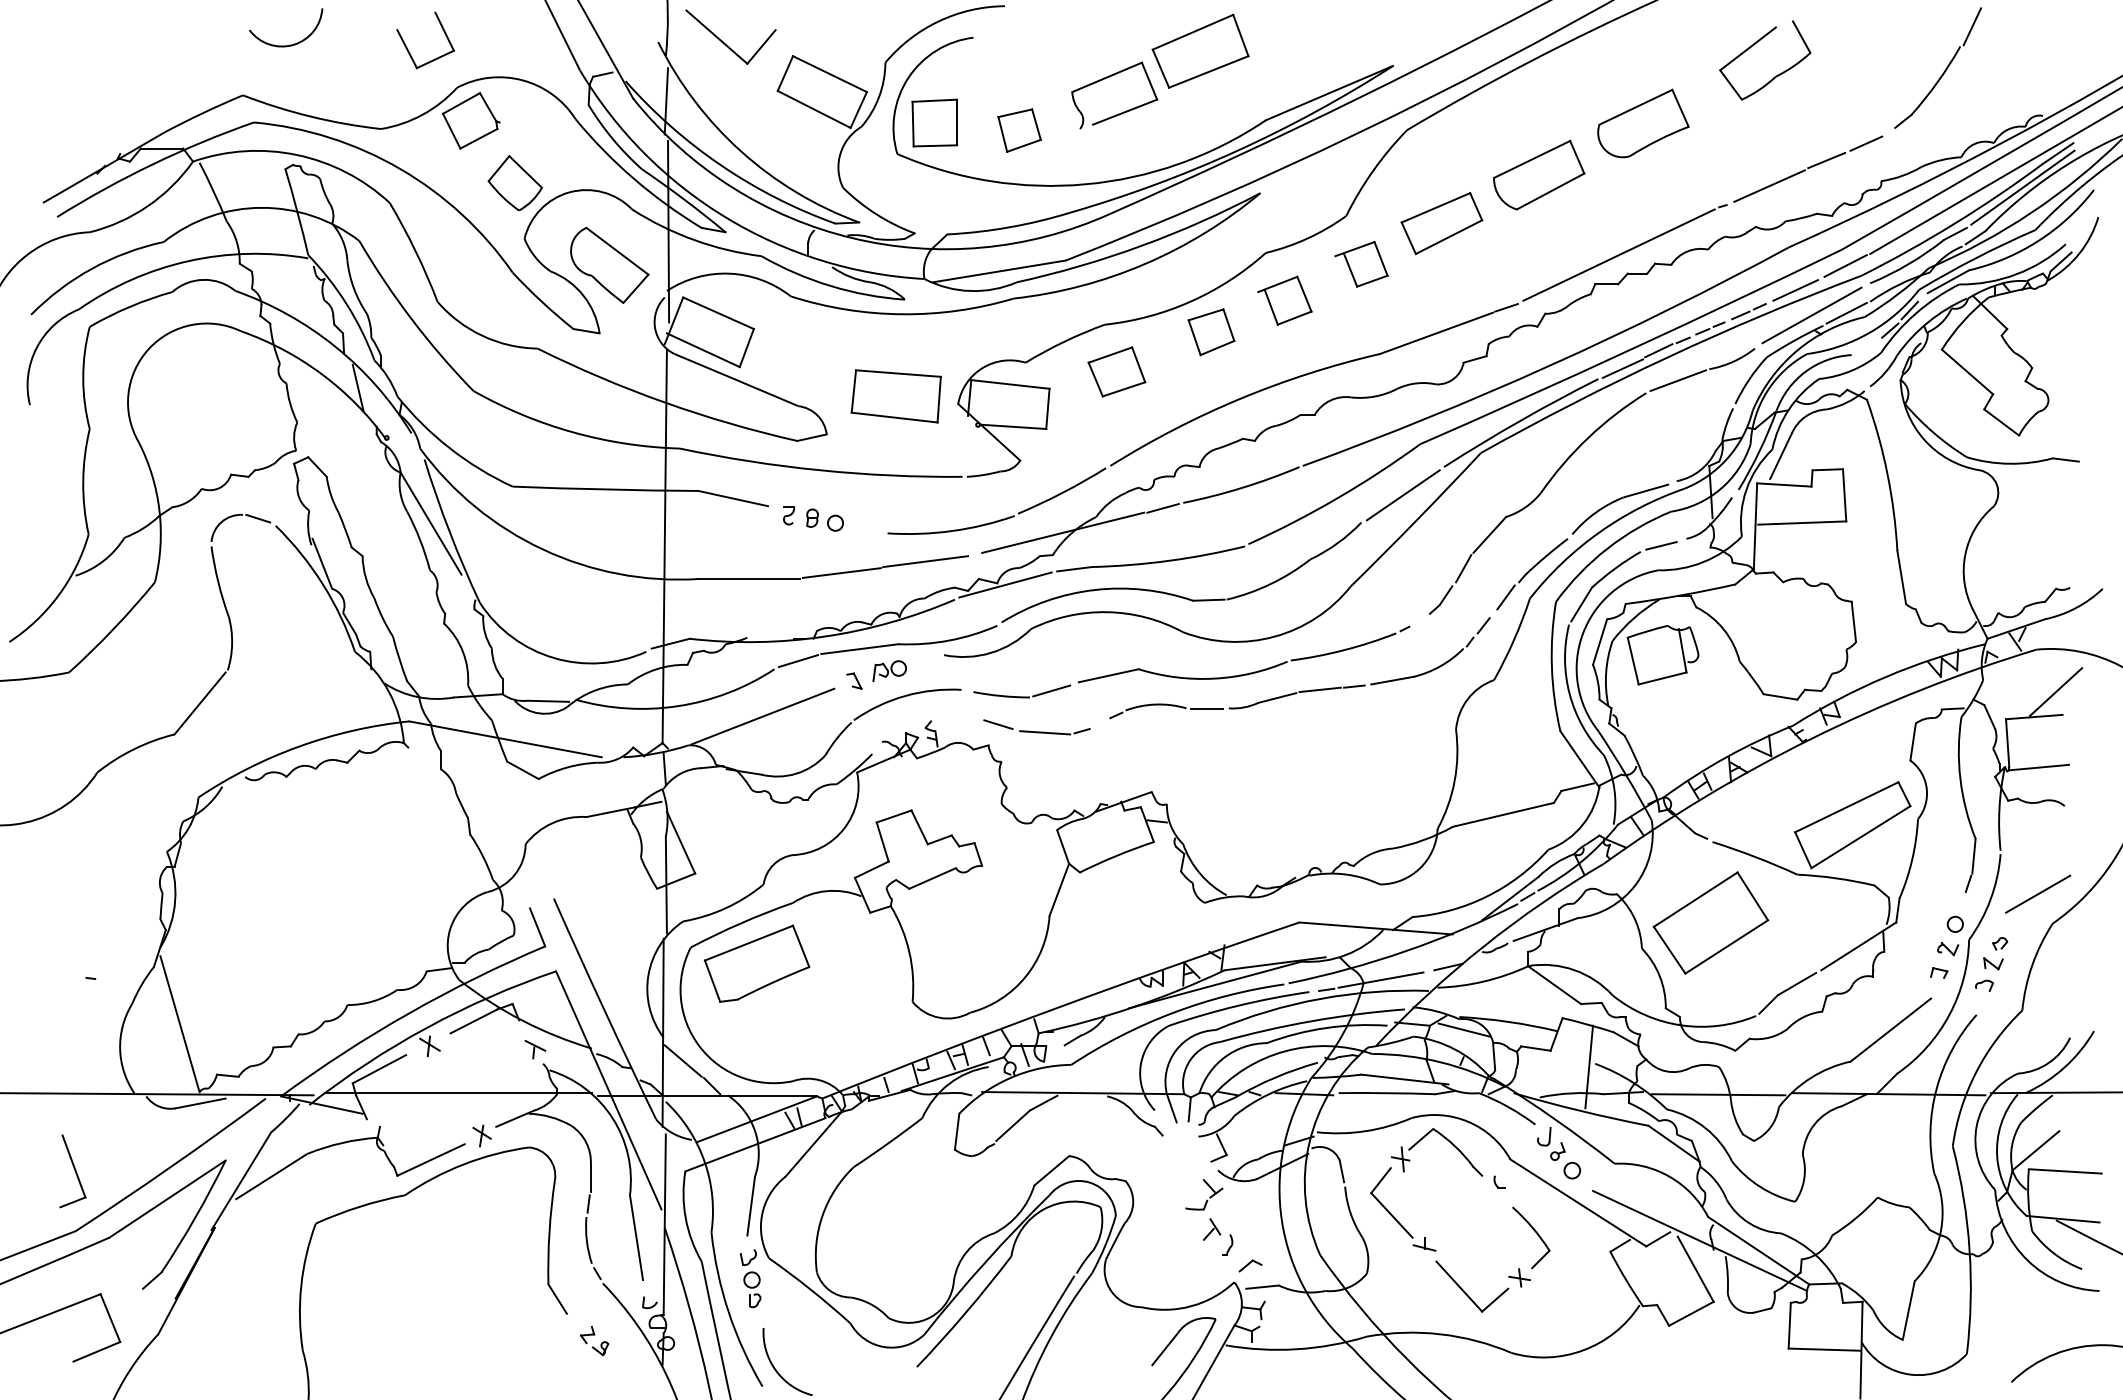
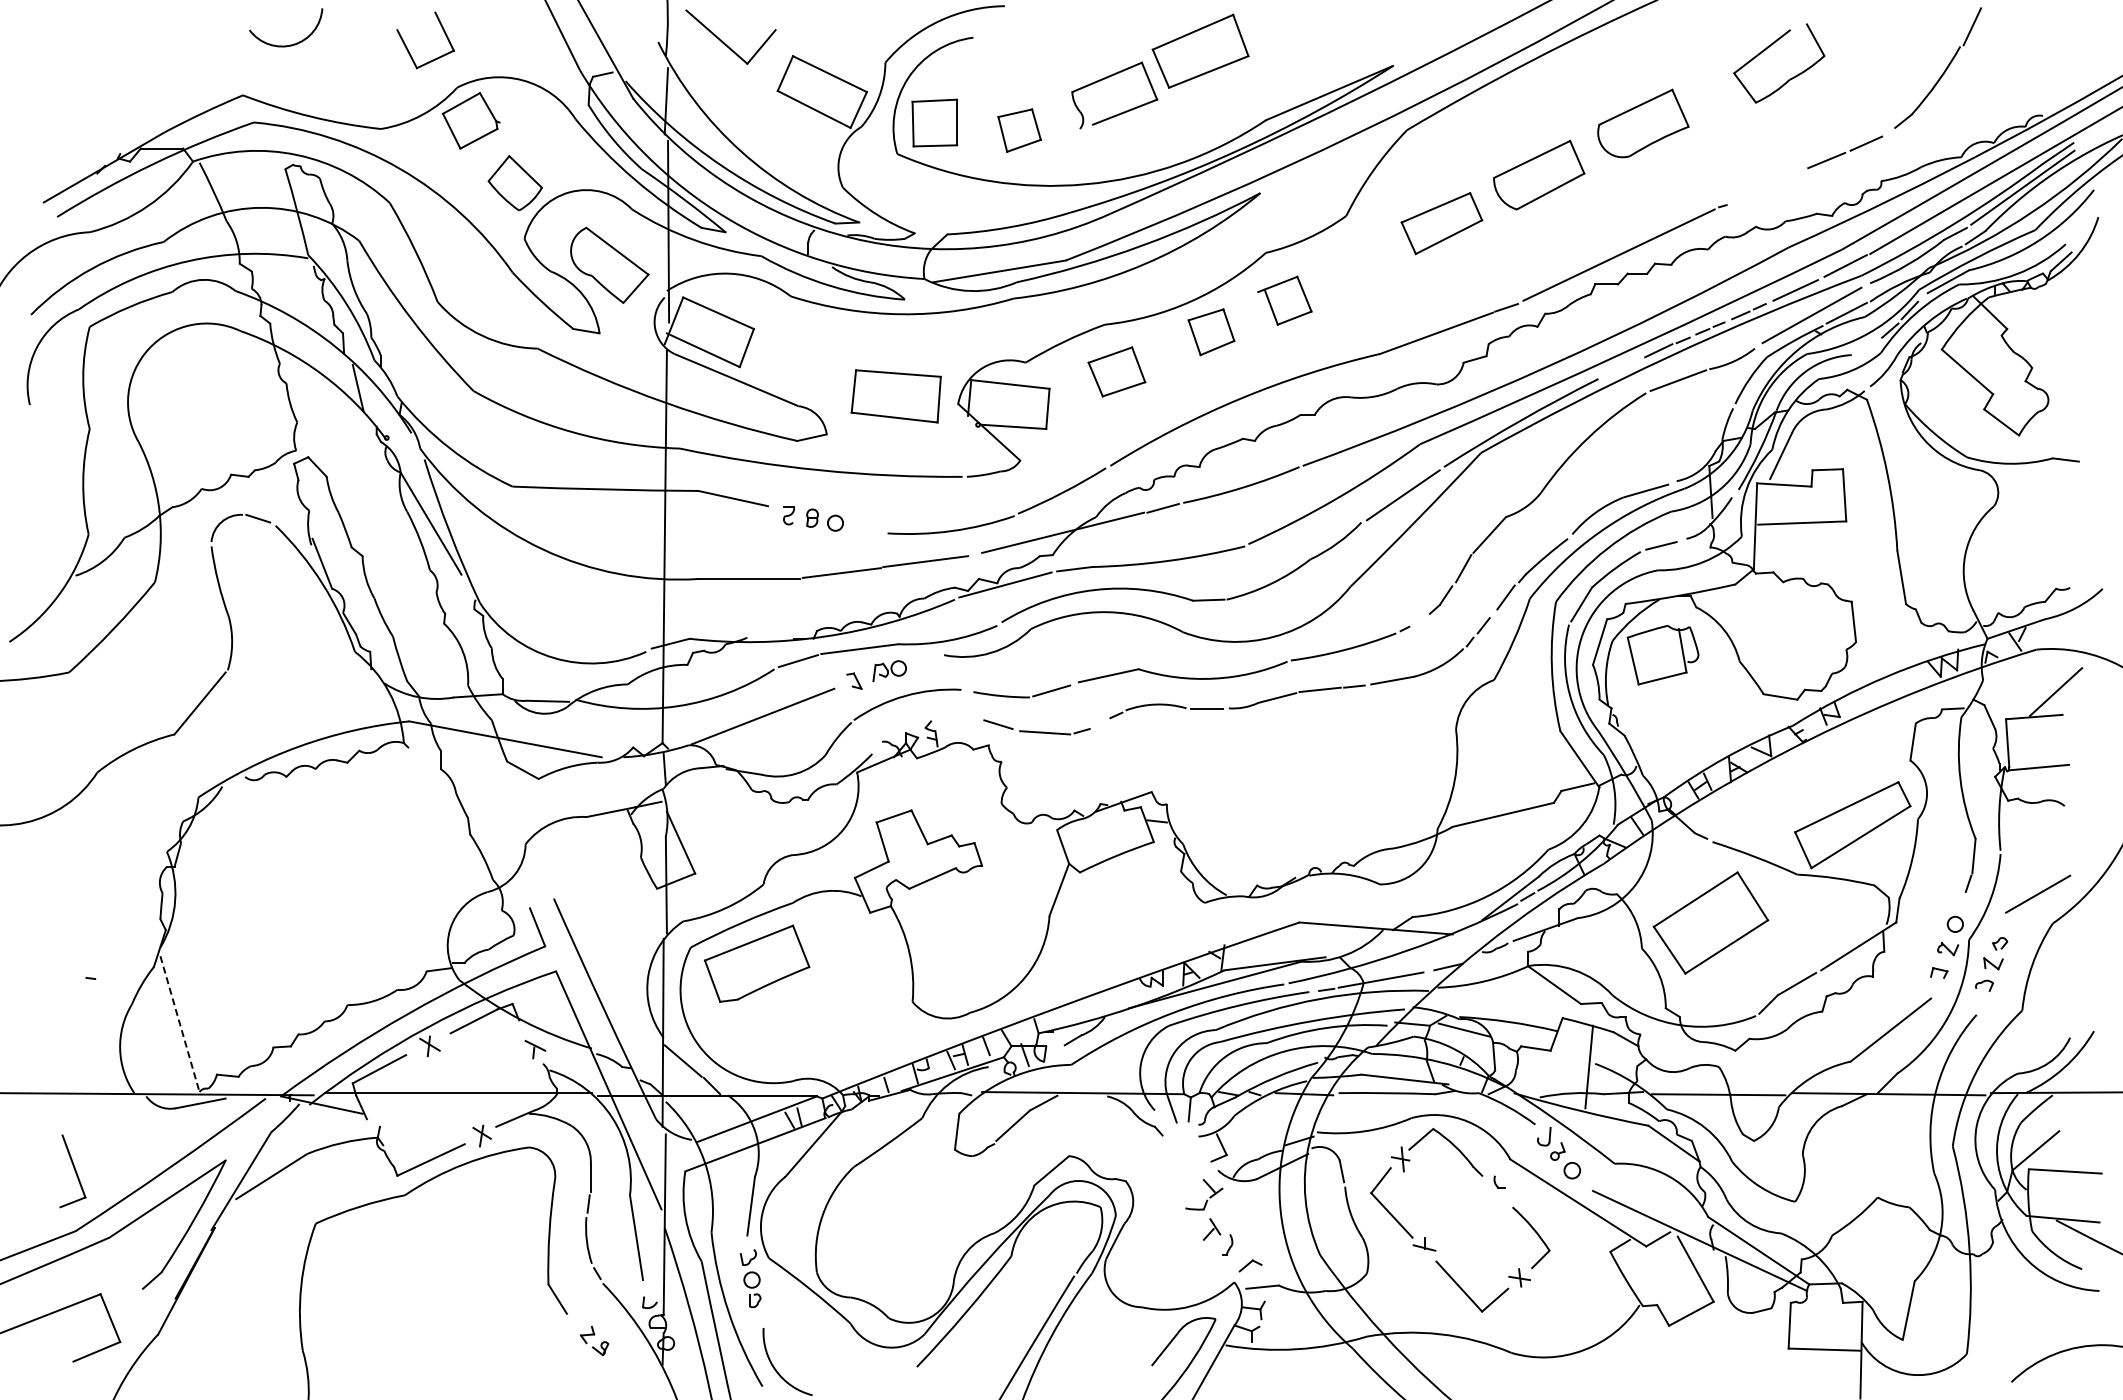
part at (1775, 75) position: (1775, 75) -> (1789, 78)
line at (1769, 185): present -> none
part at (1361, 264): present -> none
line at (1622, 368): present -> none
line at (179, 1024): solid -> dashed
